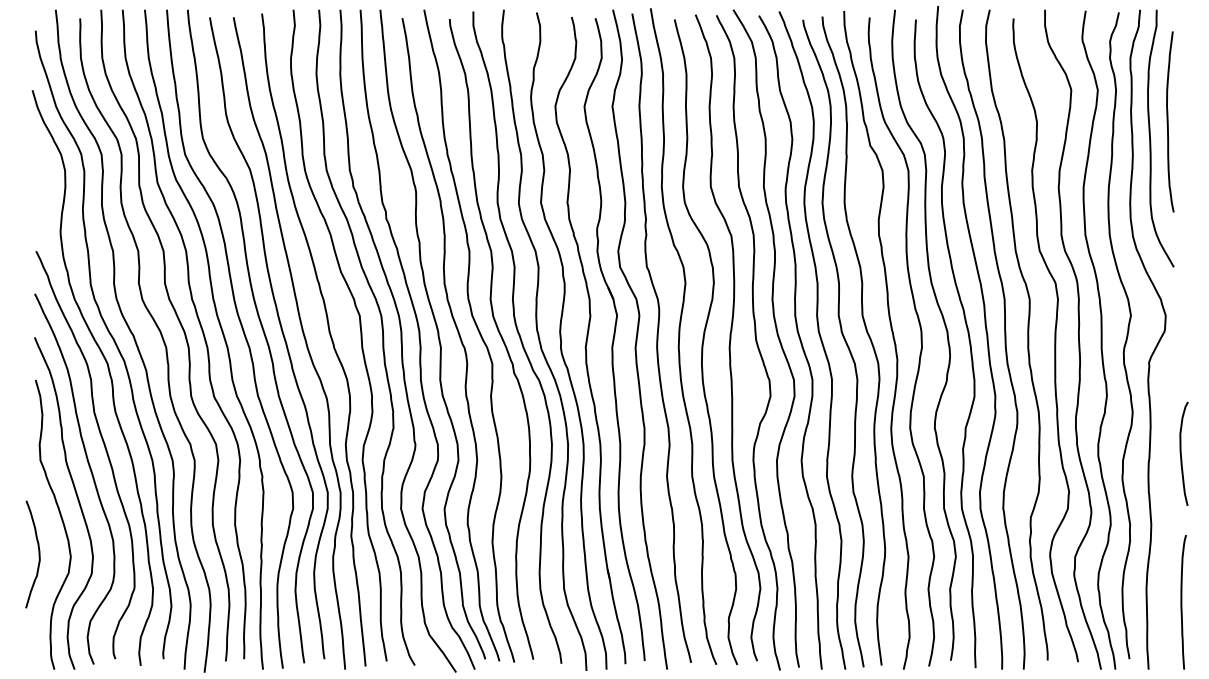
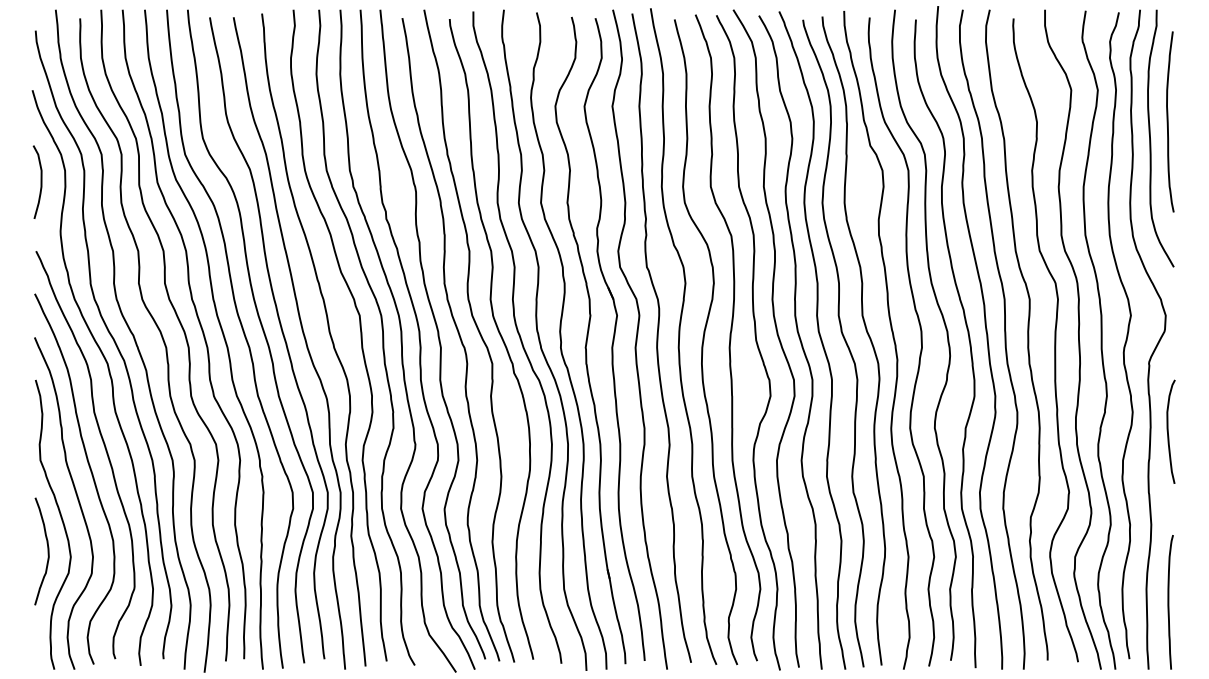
curve at (40, 181): none -> present
curve at (1181, 453) position: (1181, 453) -> (1168, 431)
curve at (38, 554) position: (38, 554) -> (47, 551)
curve at (1182, 602) position: (1182, 602) -> (1169, 602)
